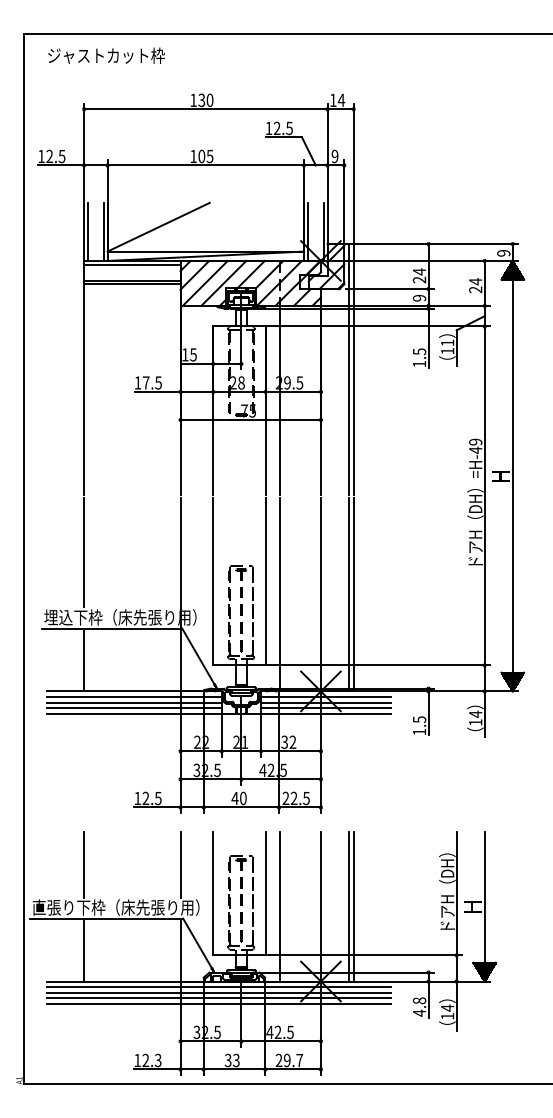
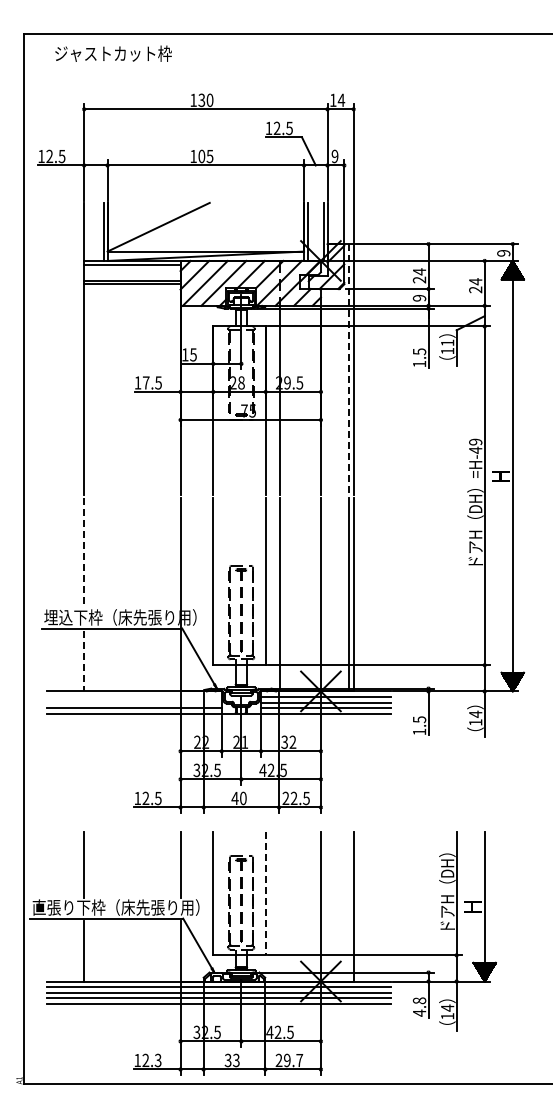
text at (106, 55) position: (106, 55) -> (113, 53)
line at (87, 231): present -> none
line at (349, 369): solid -> dashed
line at (84, 553): solid -> dashed
line at (84, 661): solid -> dashed
line at (133, 697): present -> none
line at (133, 702): present -> none
line at (265, 893): solid -> dashed
line at (279, 906): present -> none
line at (349, 906): present -> none
